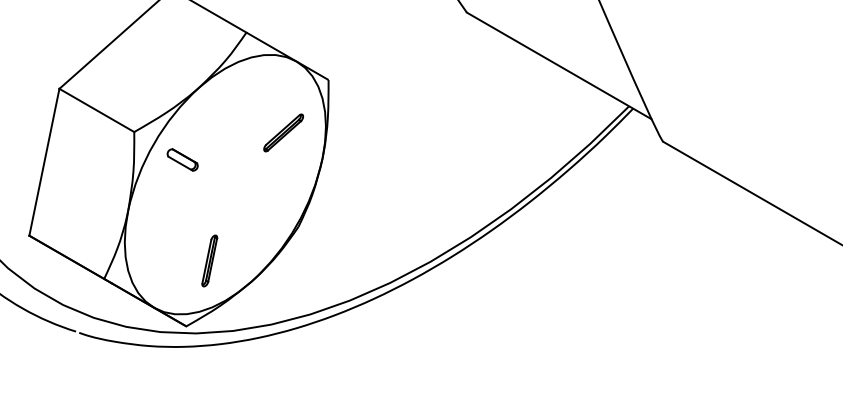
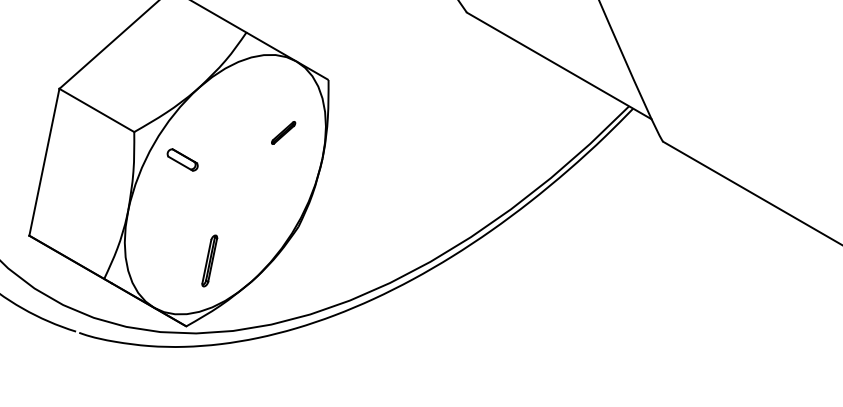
part at (283, 132) size: 41x40 px -> 26x24 px
